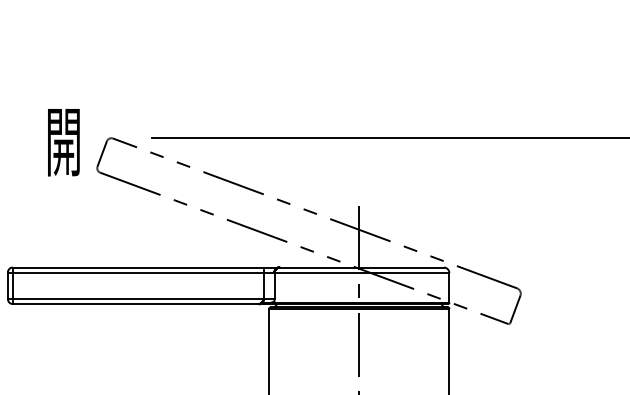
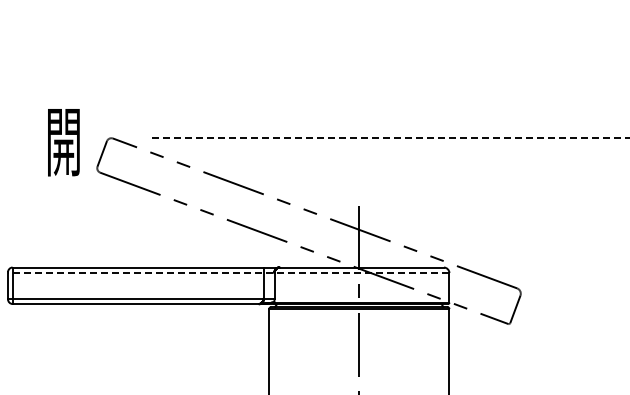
line at (390, 138): solid -> dashed
line at (228, 273): solid -> dashed
